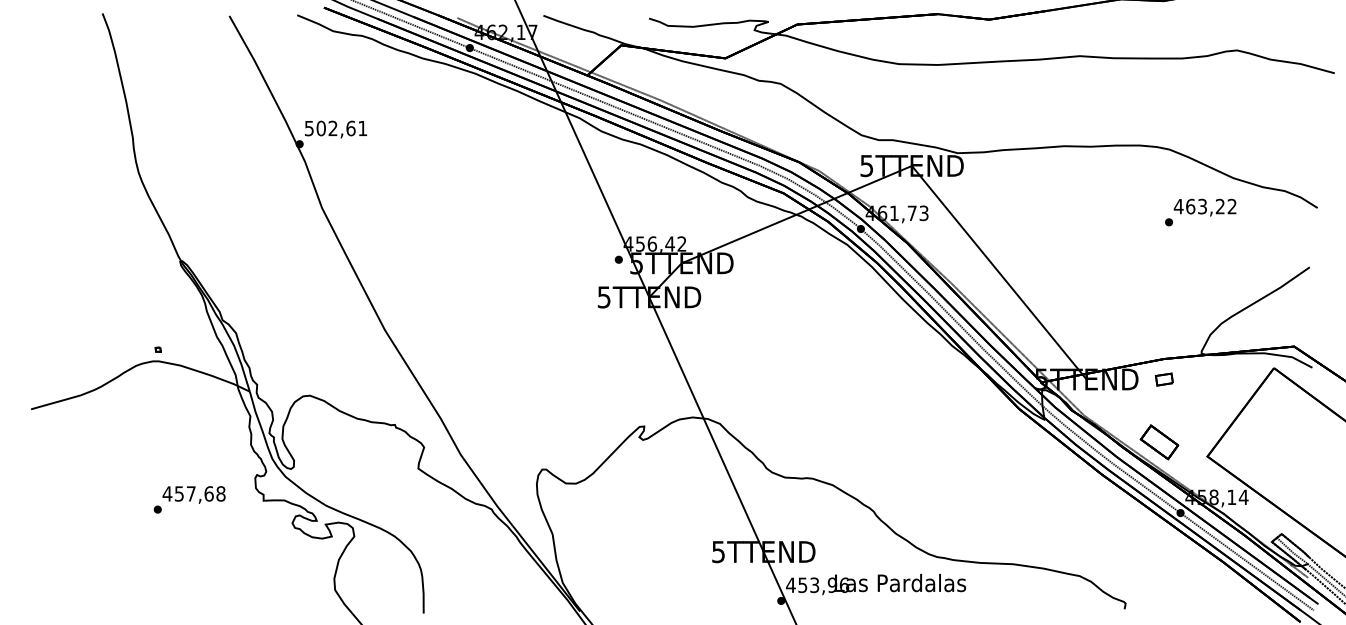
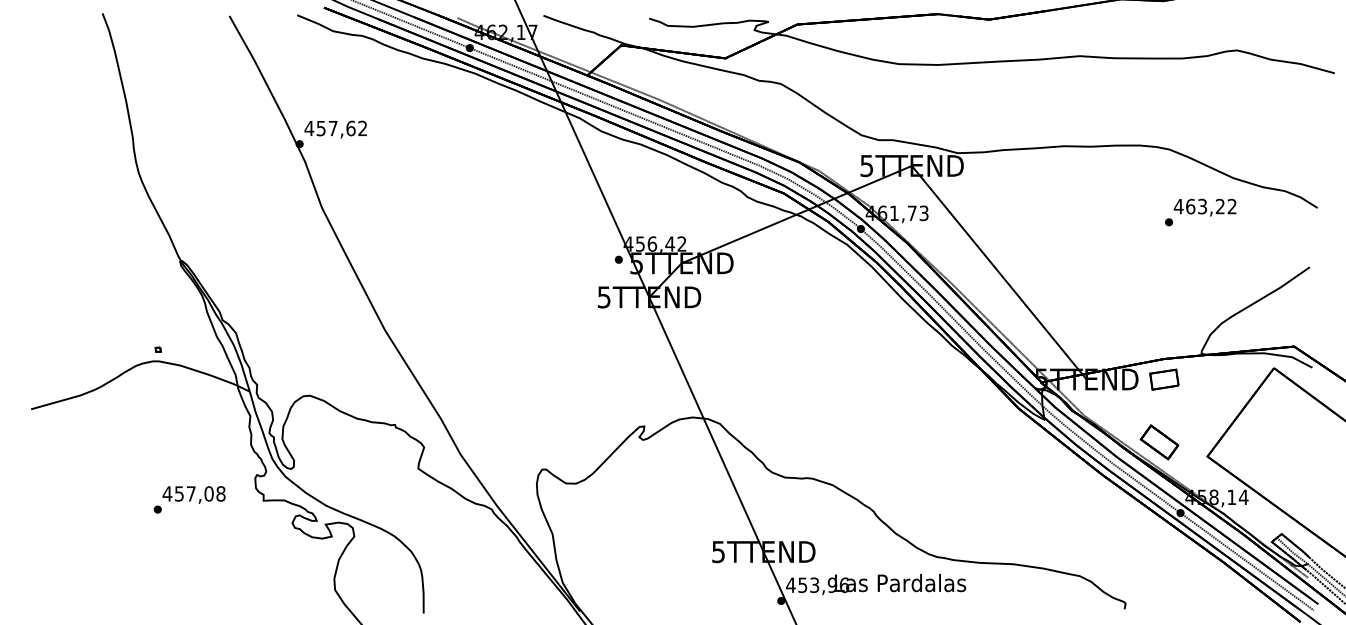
text at (335, 128): 502,61 -> 457,62
part at (1164, 379) size: 19x15 px -> 31x23 px
text at (208, 493): 457,68 -> 457,08
